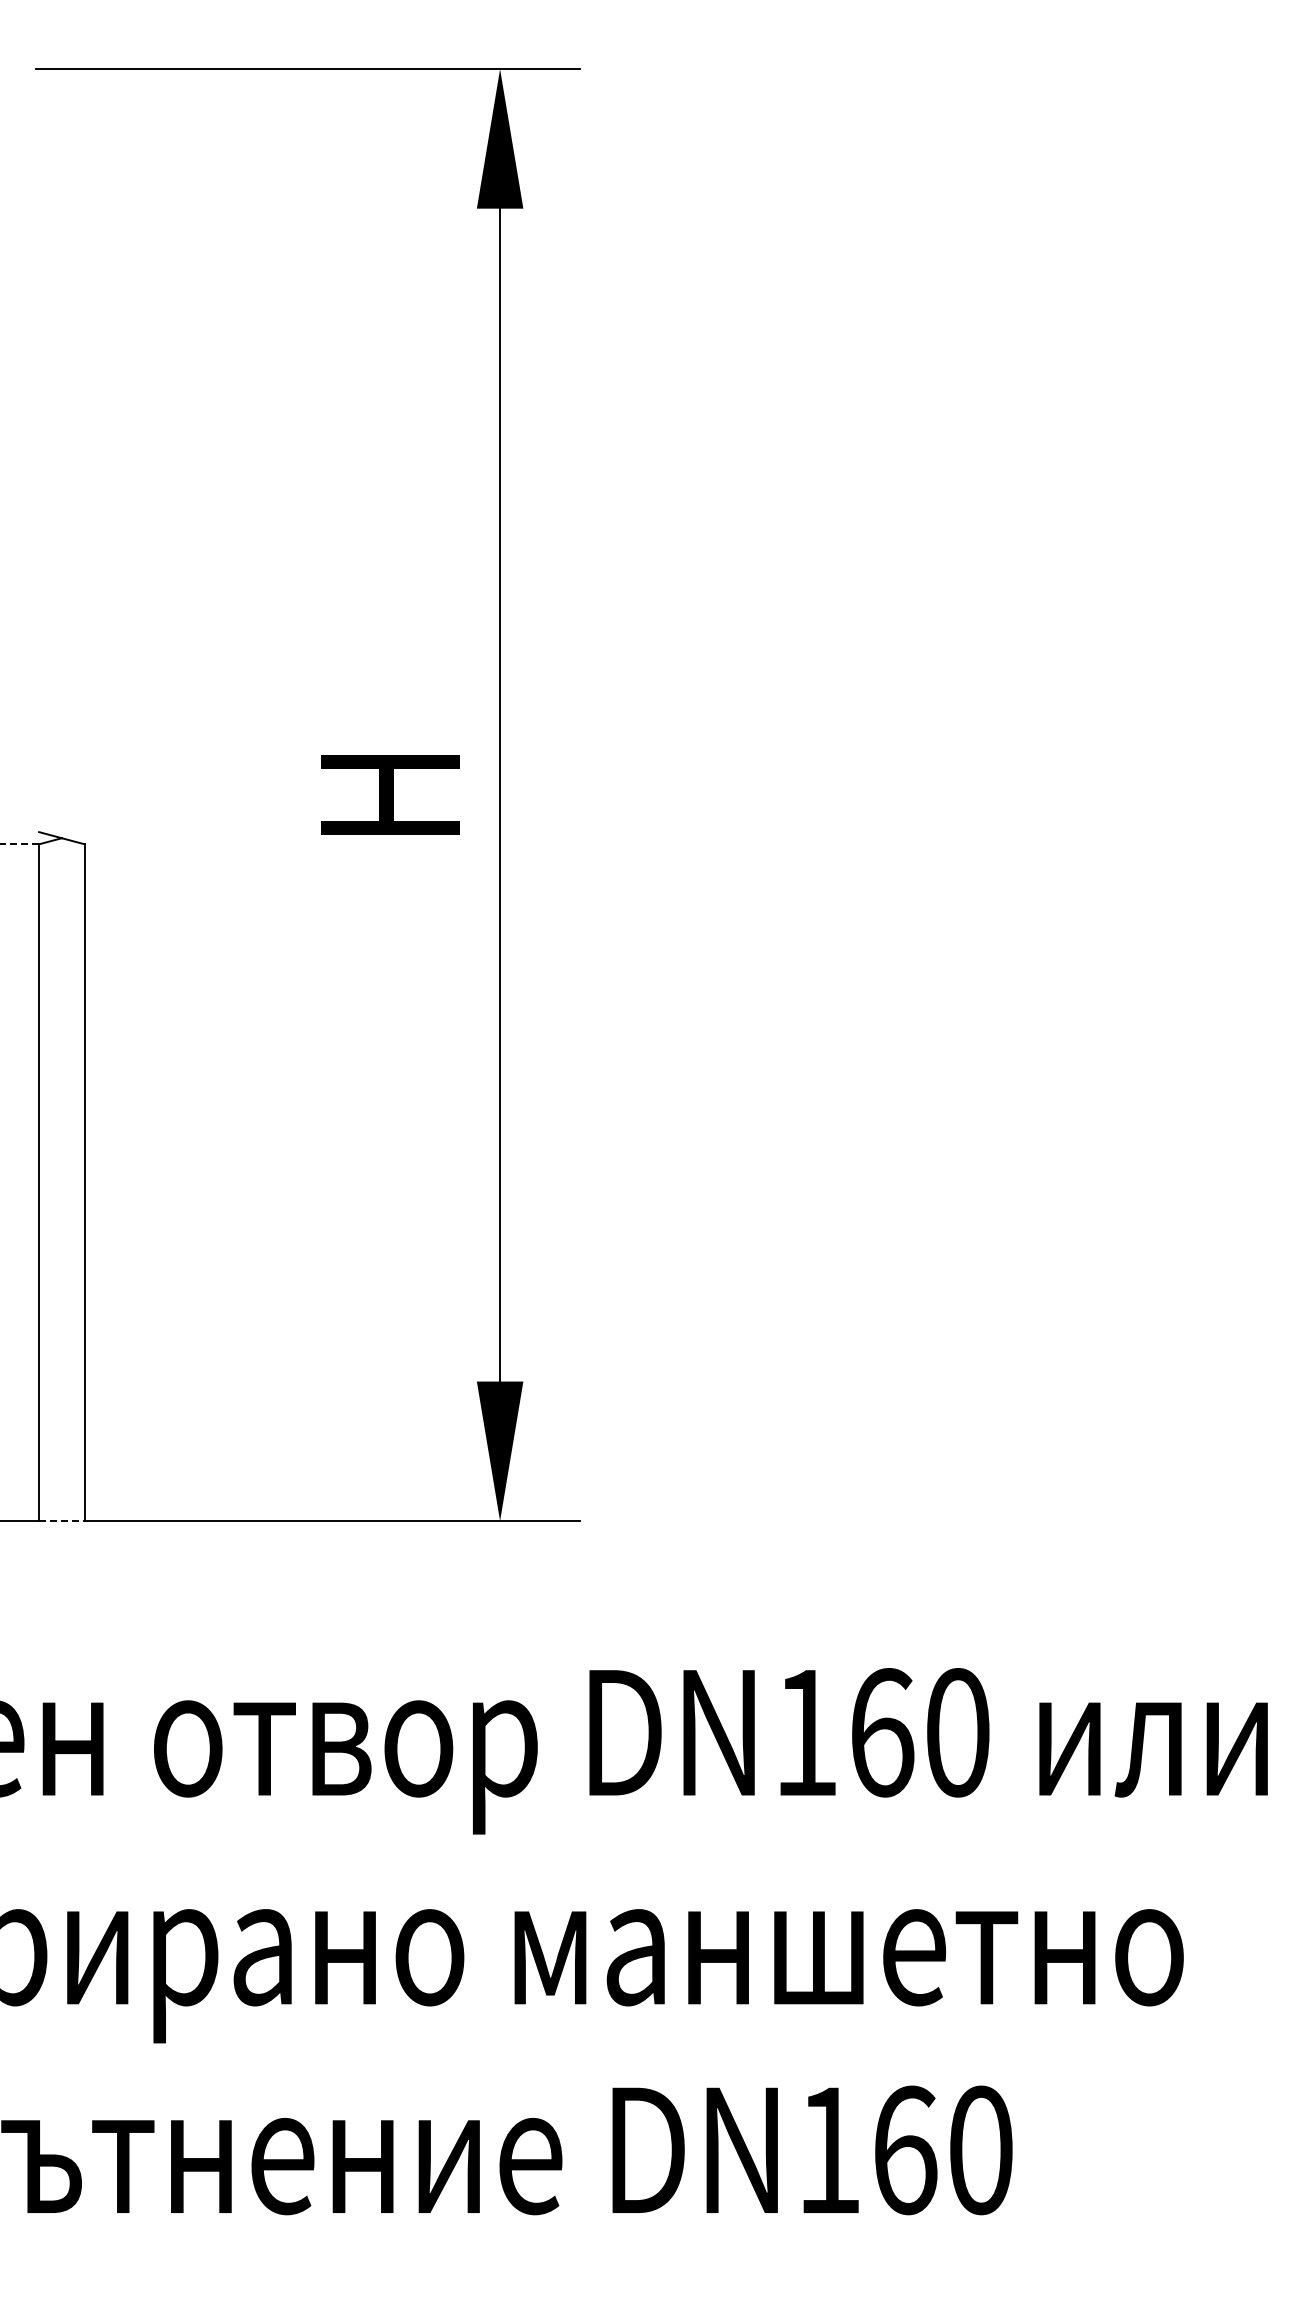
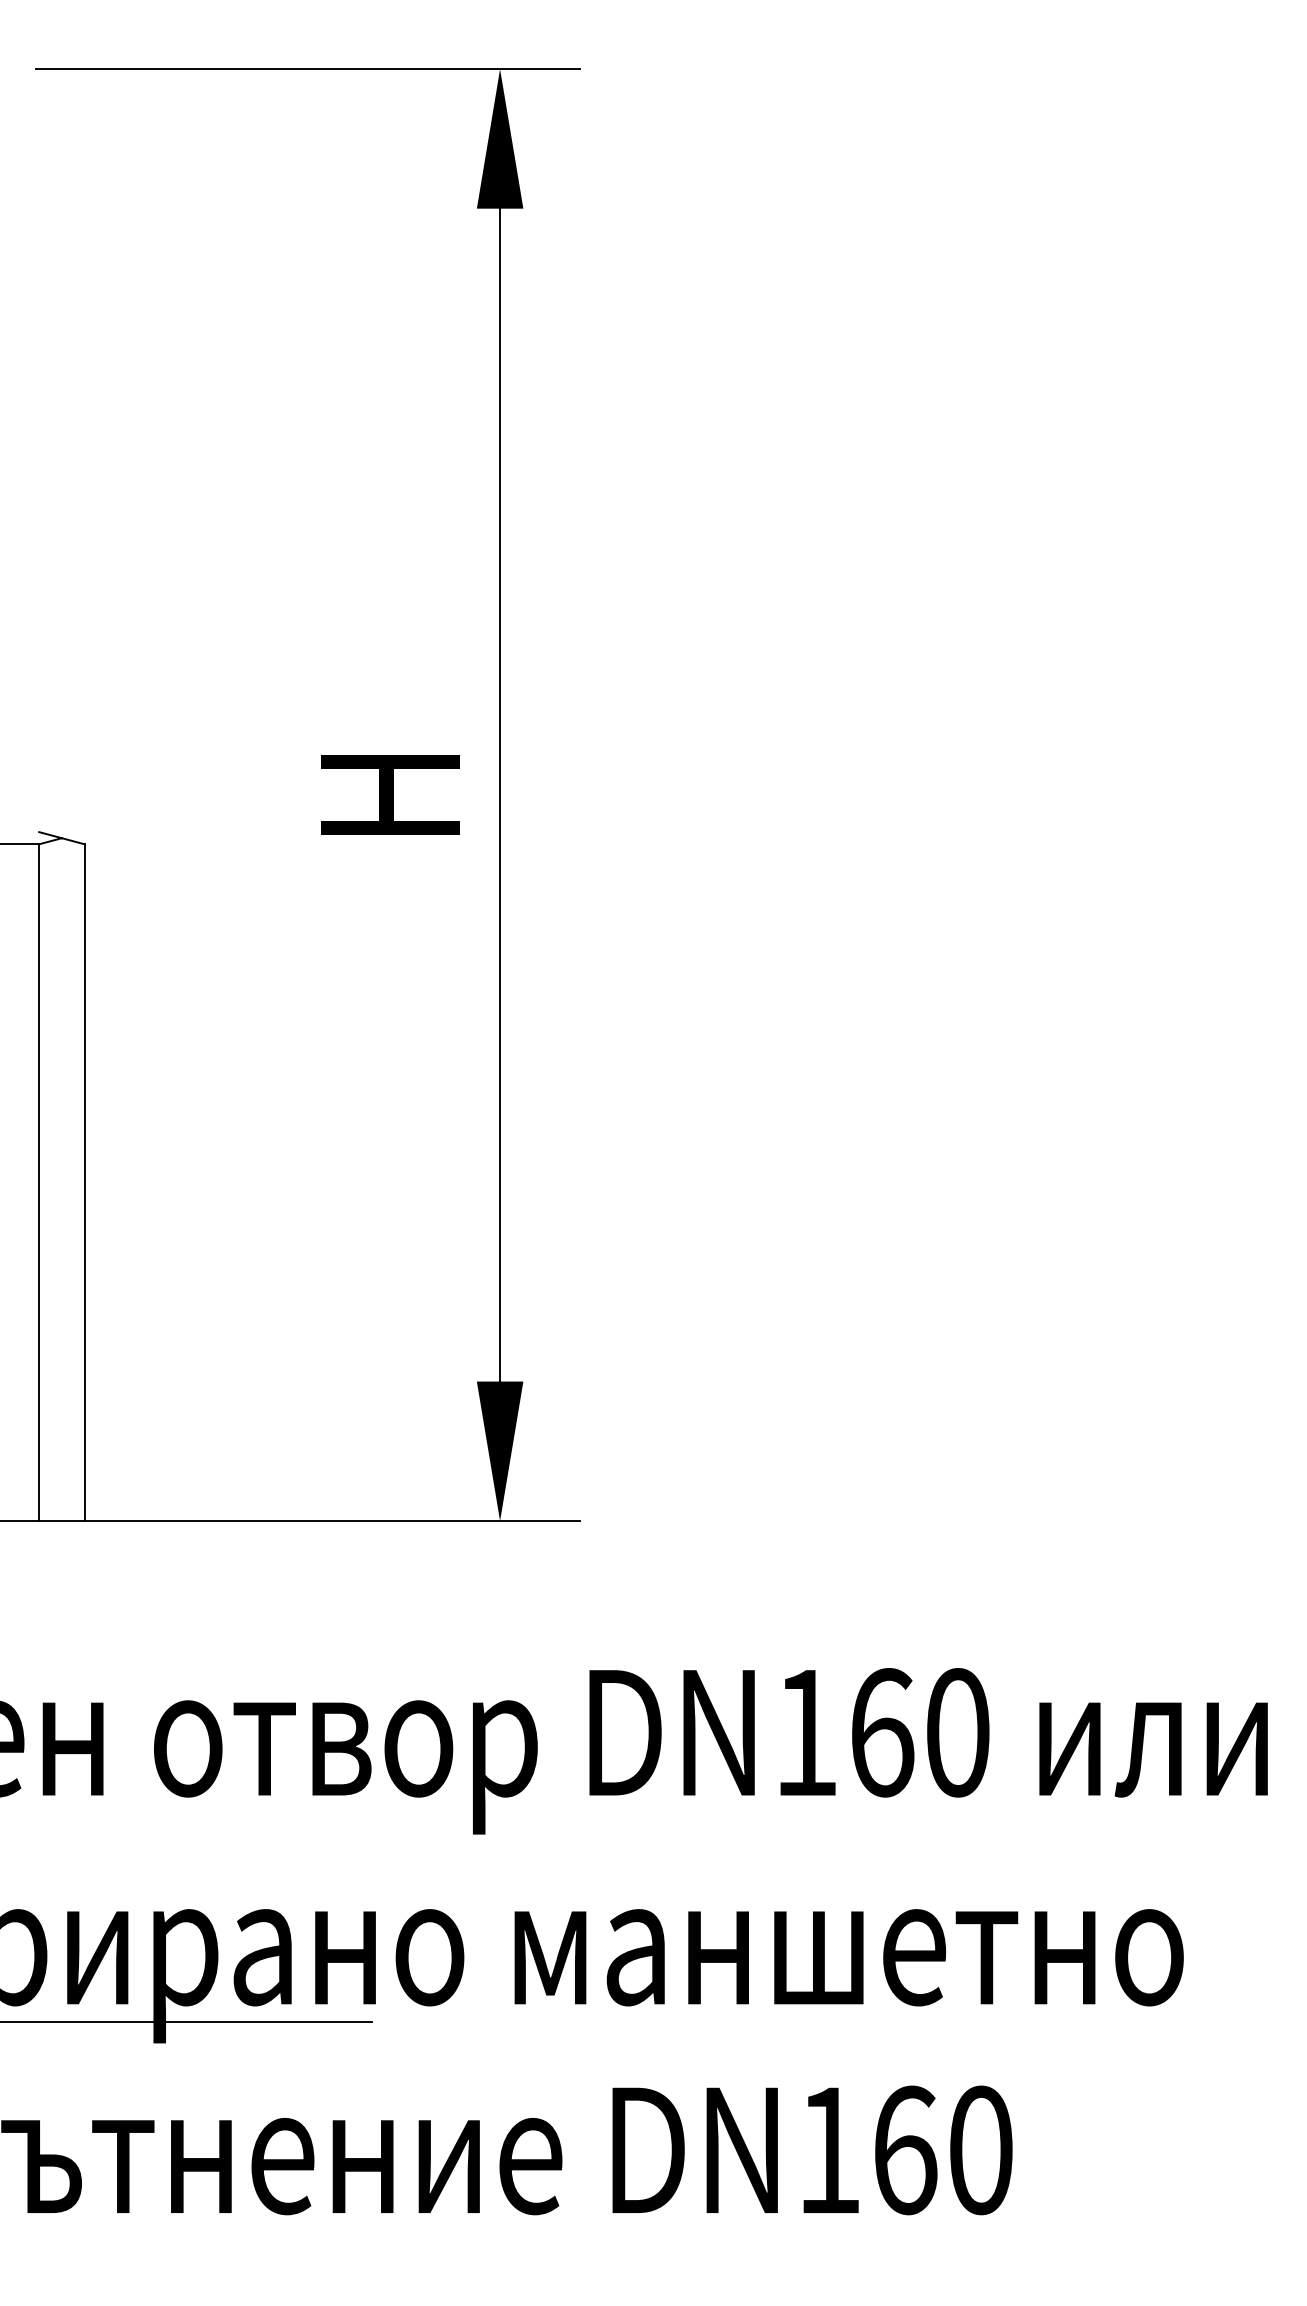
line at (20, 844): dashed -> solid
line at (61, 1521): dashed -> solid
line at (187, 2021): none -> present
